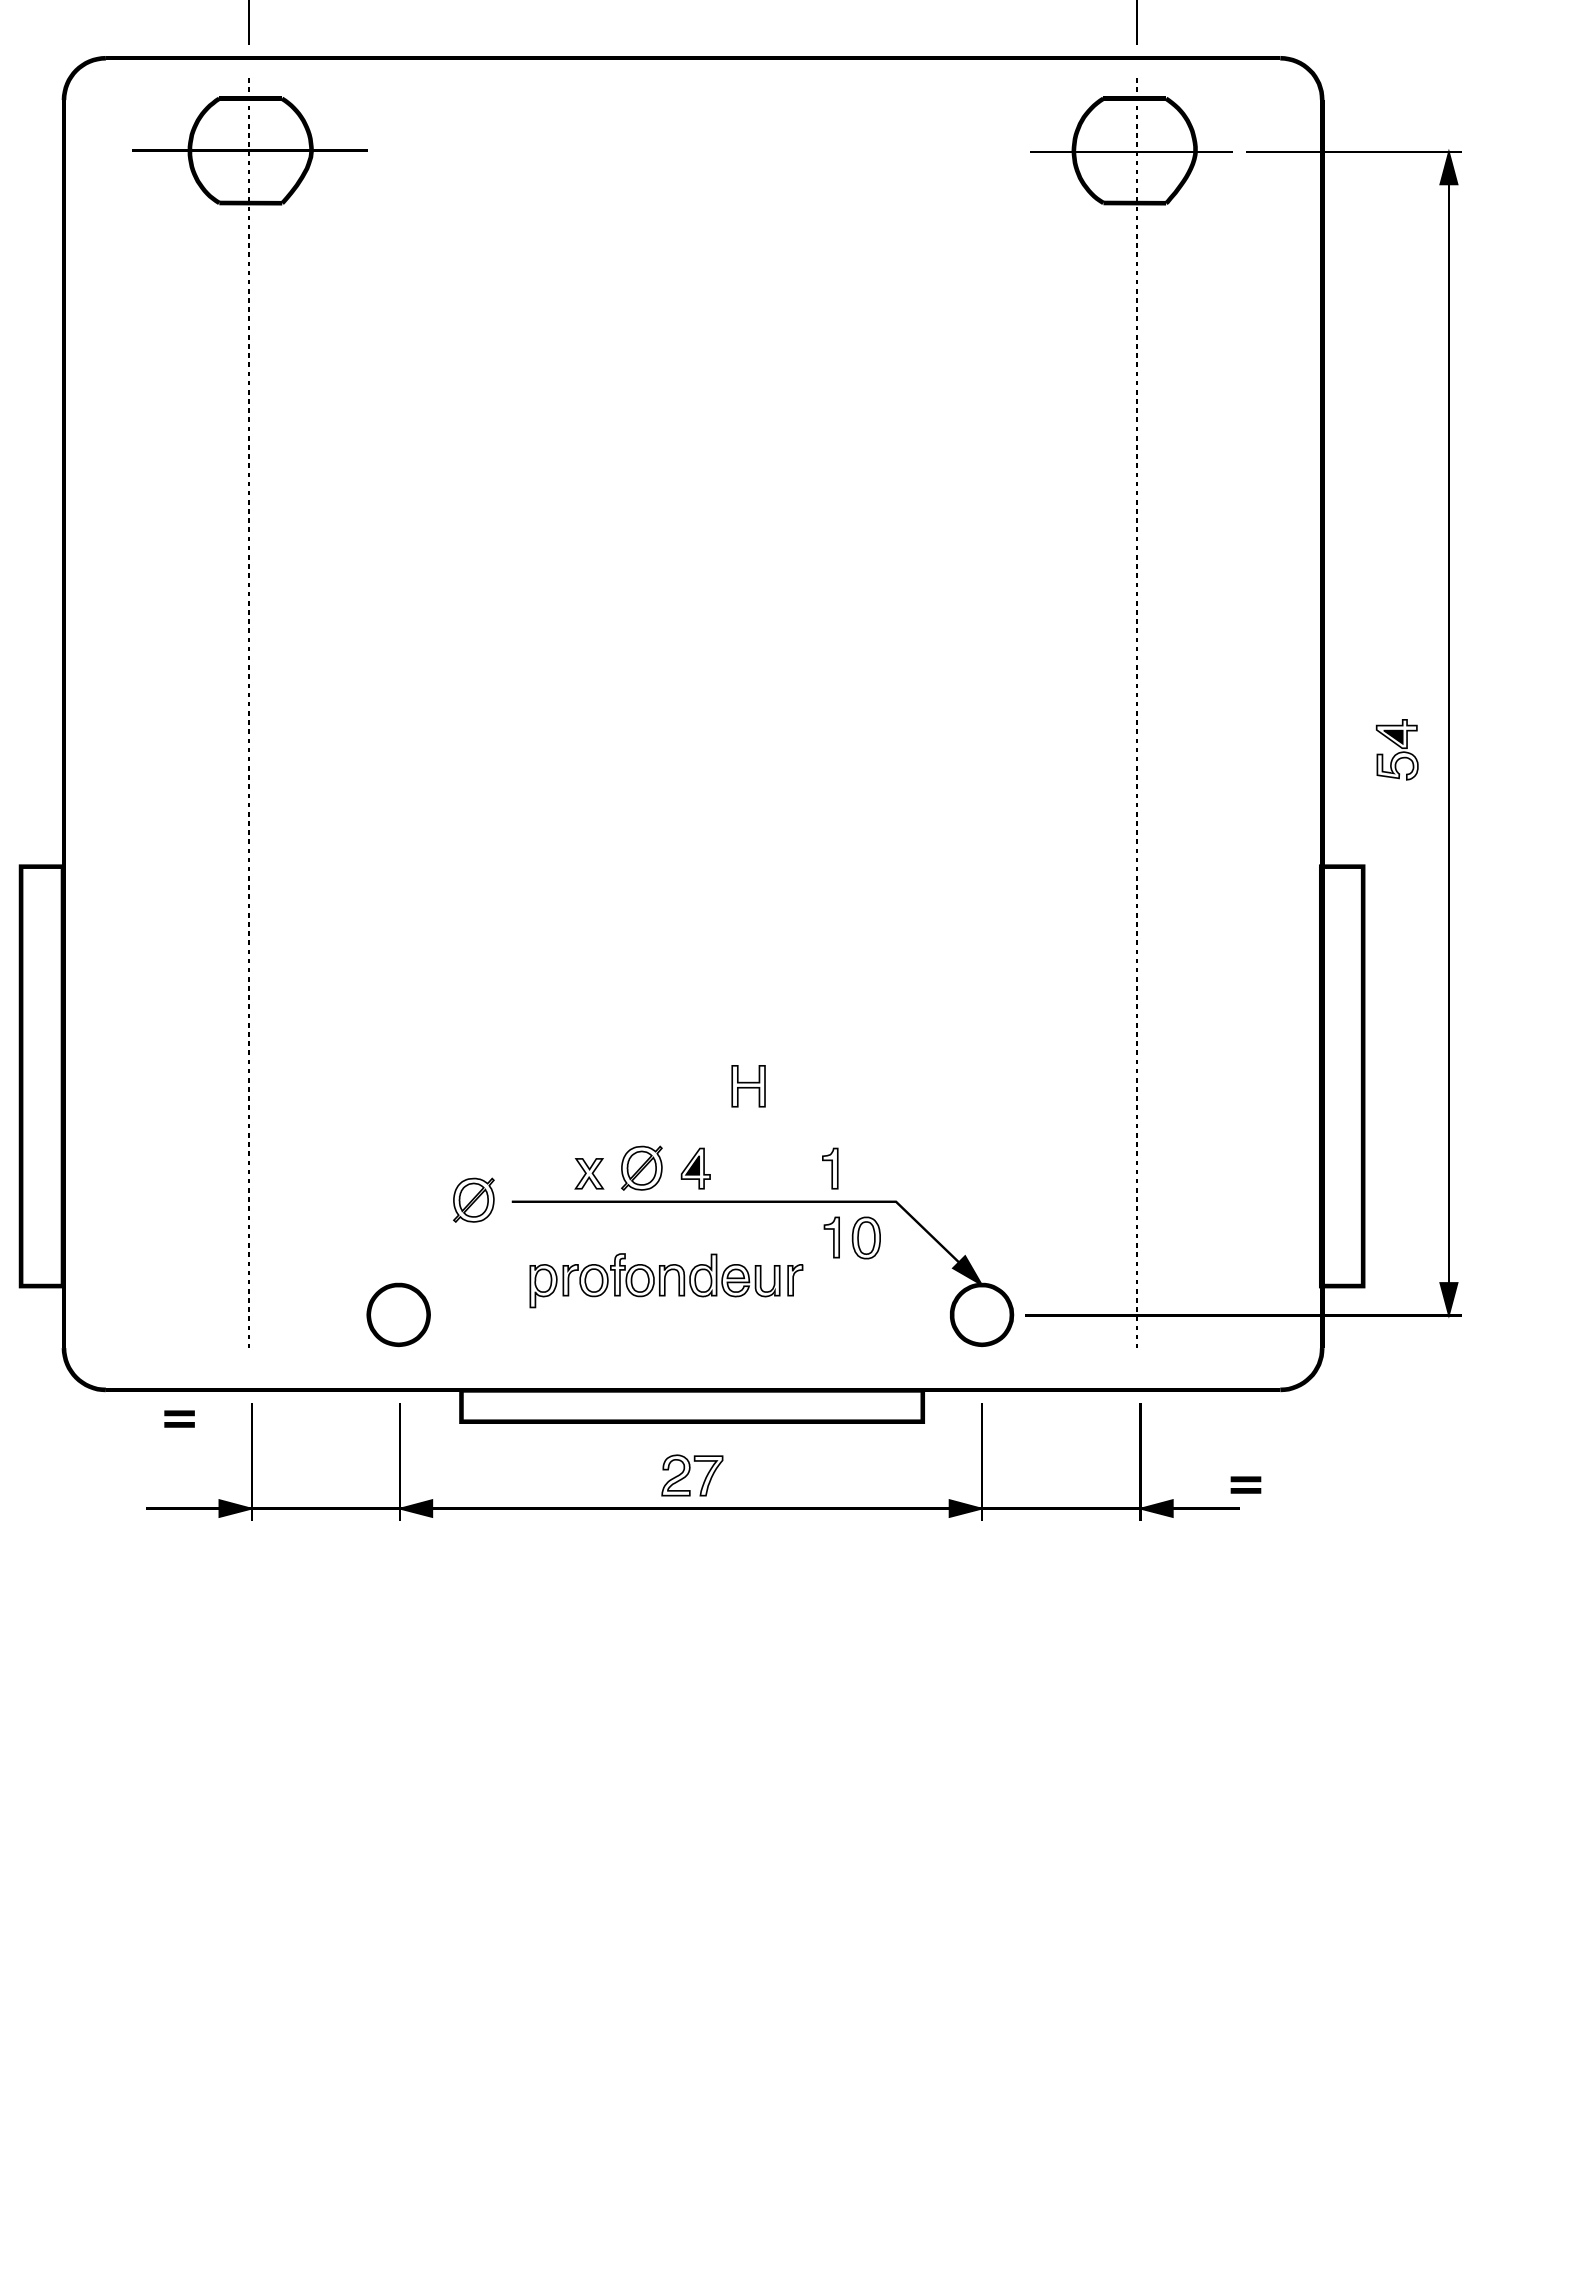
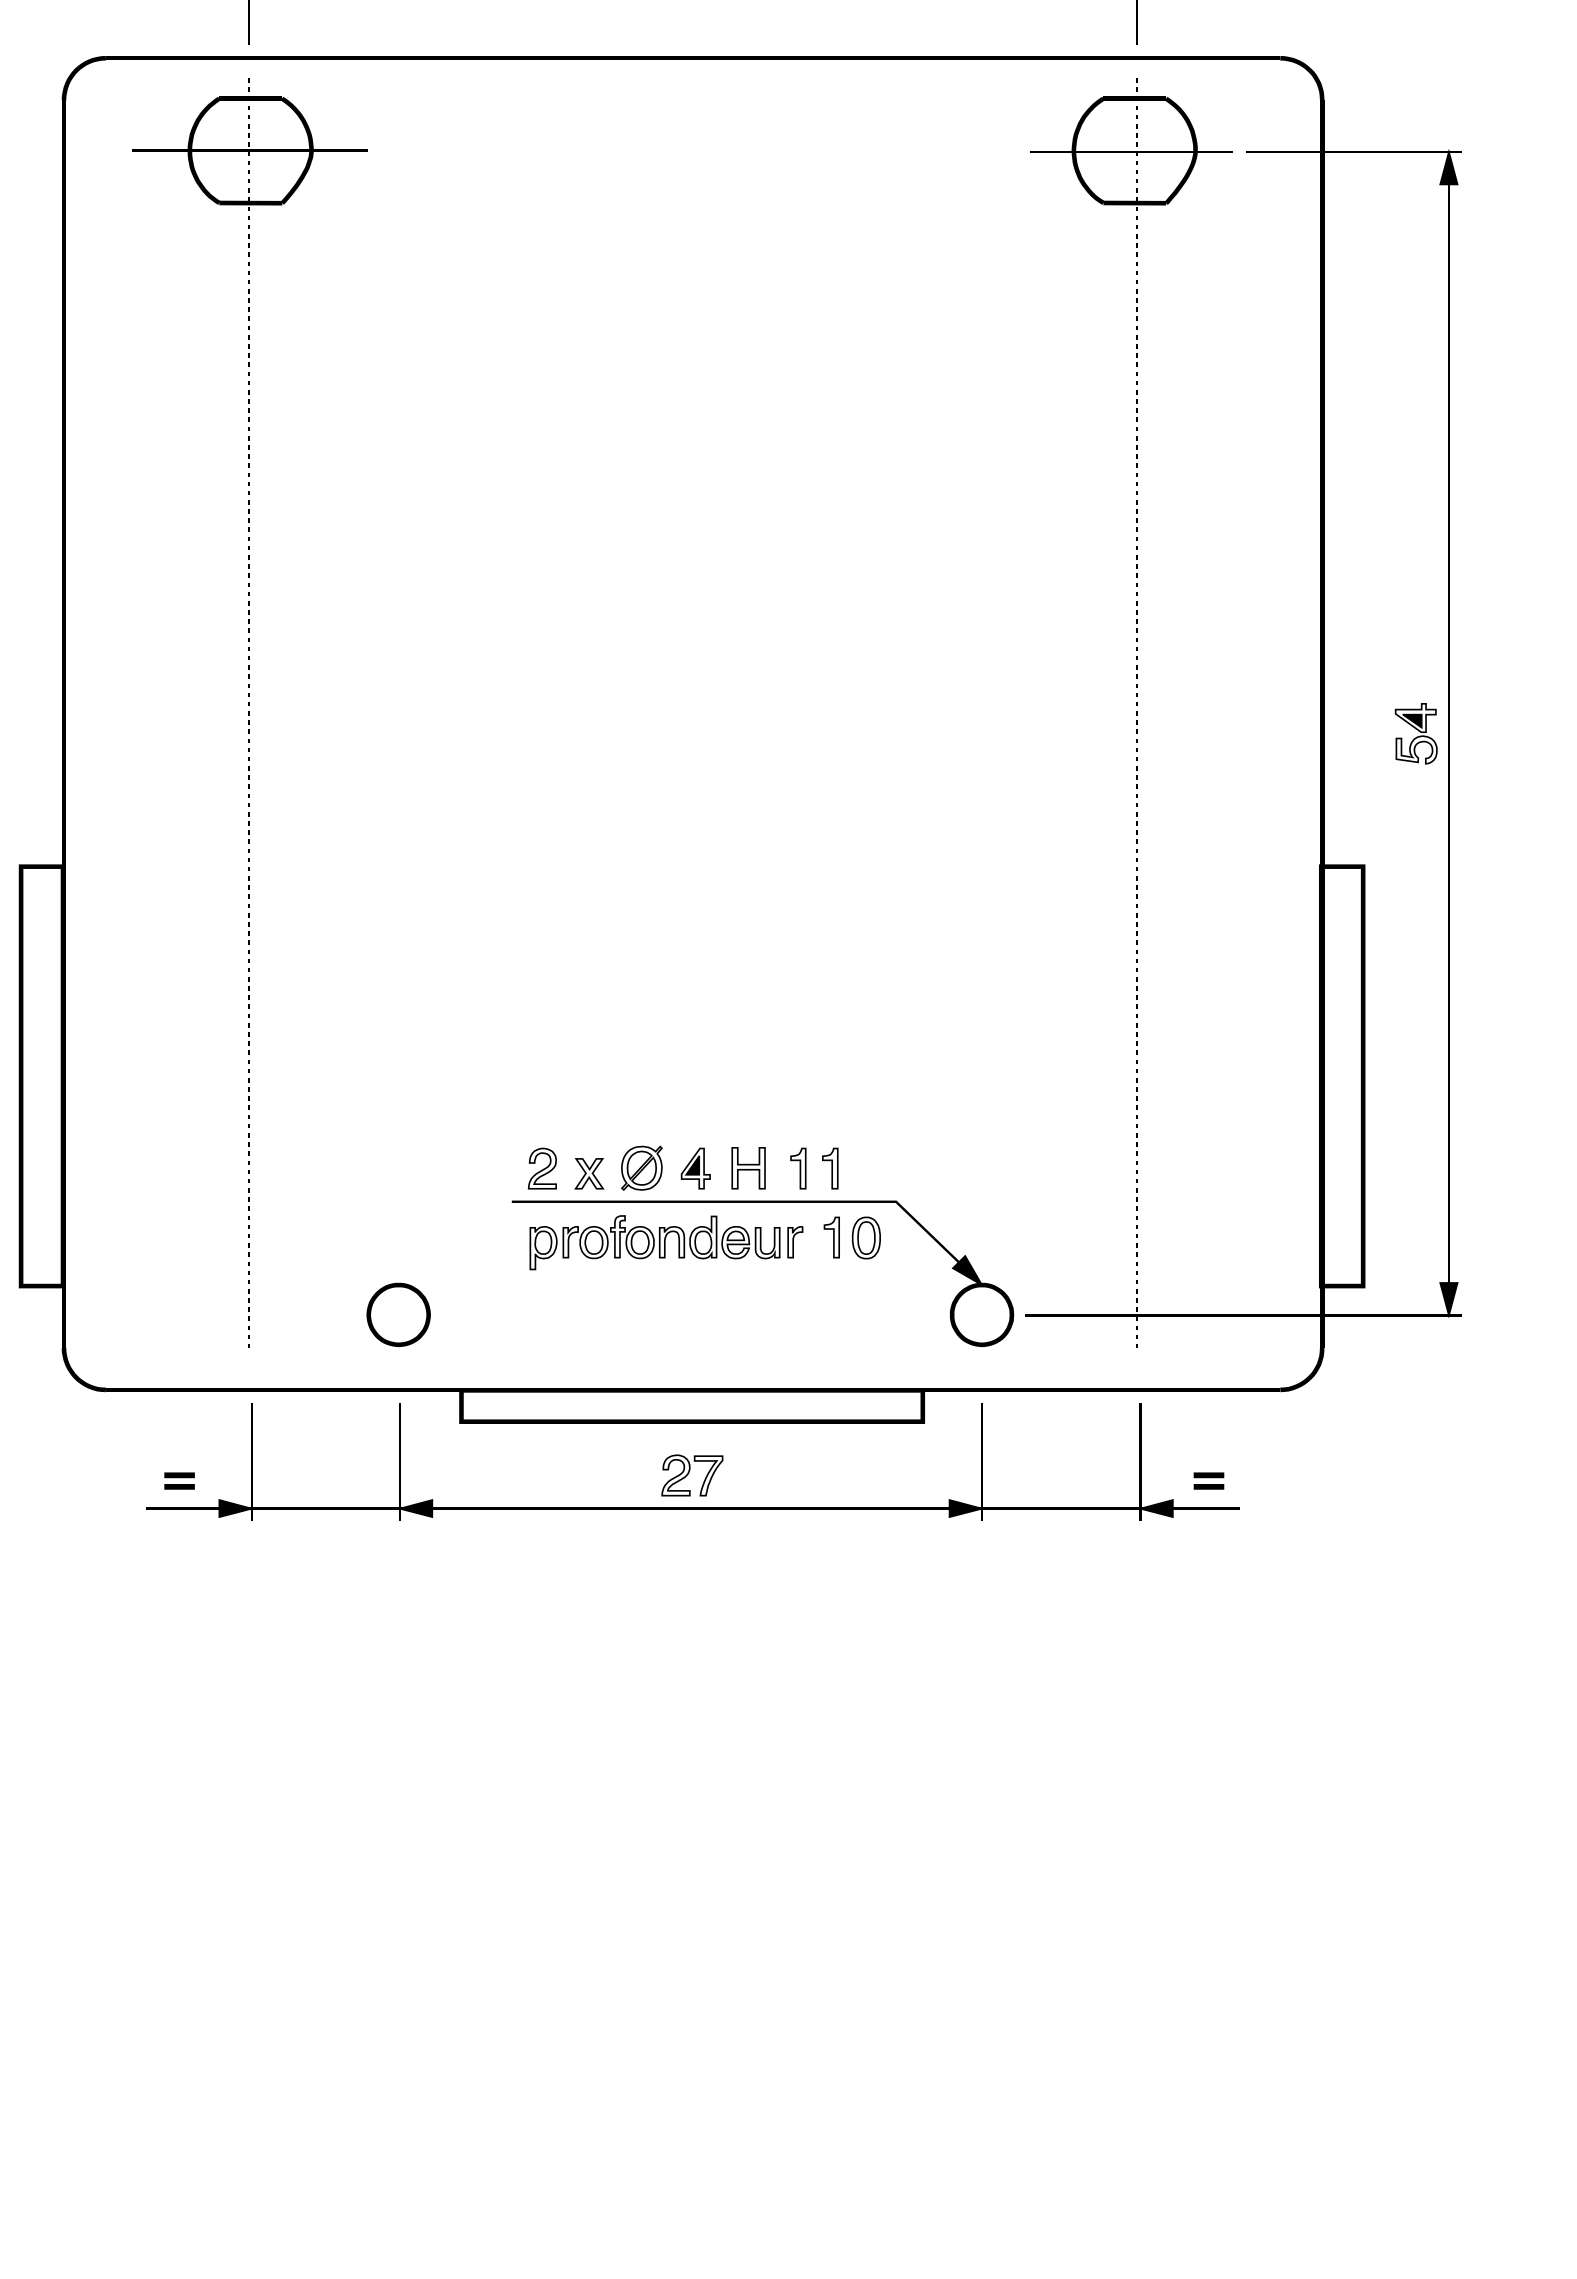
part at (1396, 749) position: (1396, 749) -> (1415, 733)
part at (748, 1086) position: (748, 1086) -> (748, 1168)
part at (541, 1168): none -> present
part at (798, 1168): none -> present
part at (473, 1199): present -> none
part at (666, 1280) position: (666, 1280) -> (666, 1242)
part at (179, 1418) position: (179, 1418) -> (179, 1480)
part at (1245, 1484) position: (1245, 1484) -> (1208, 1480)
